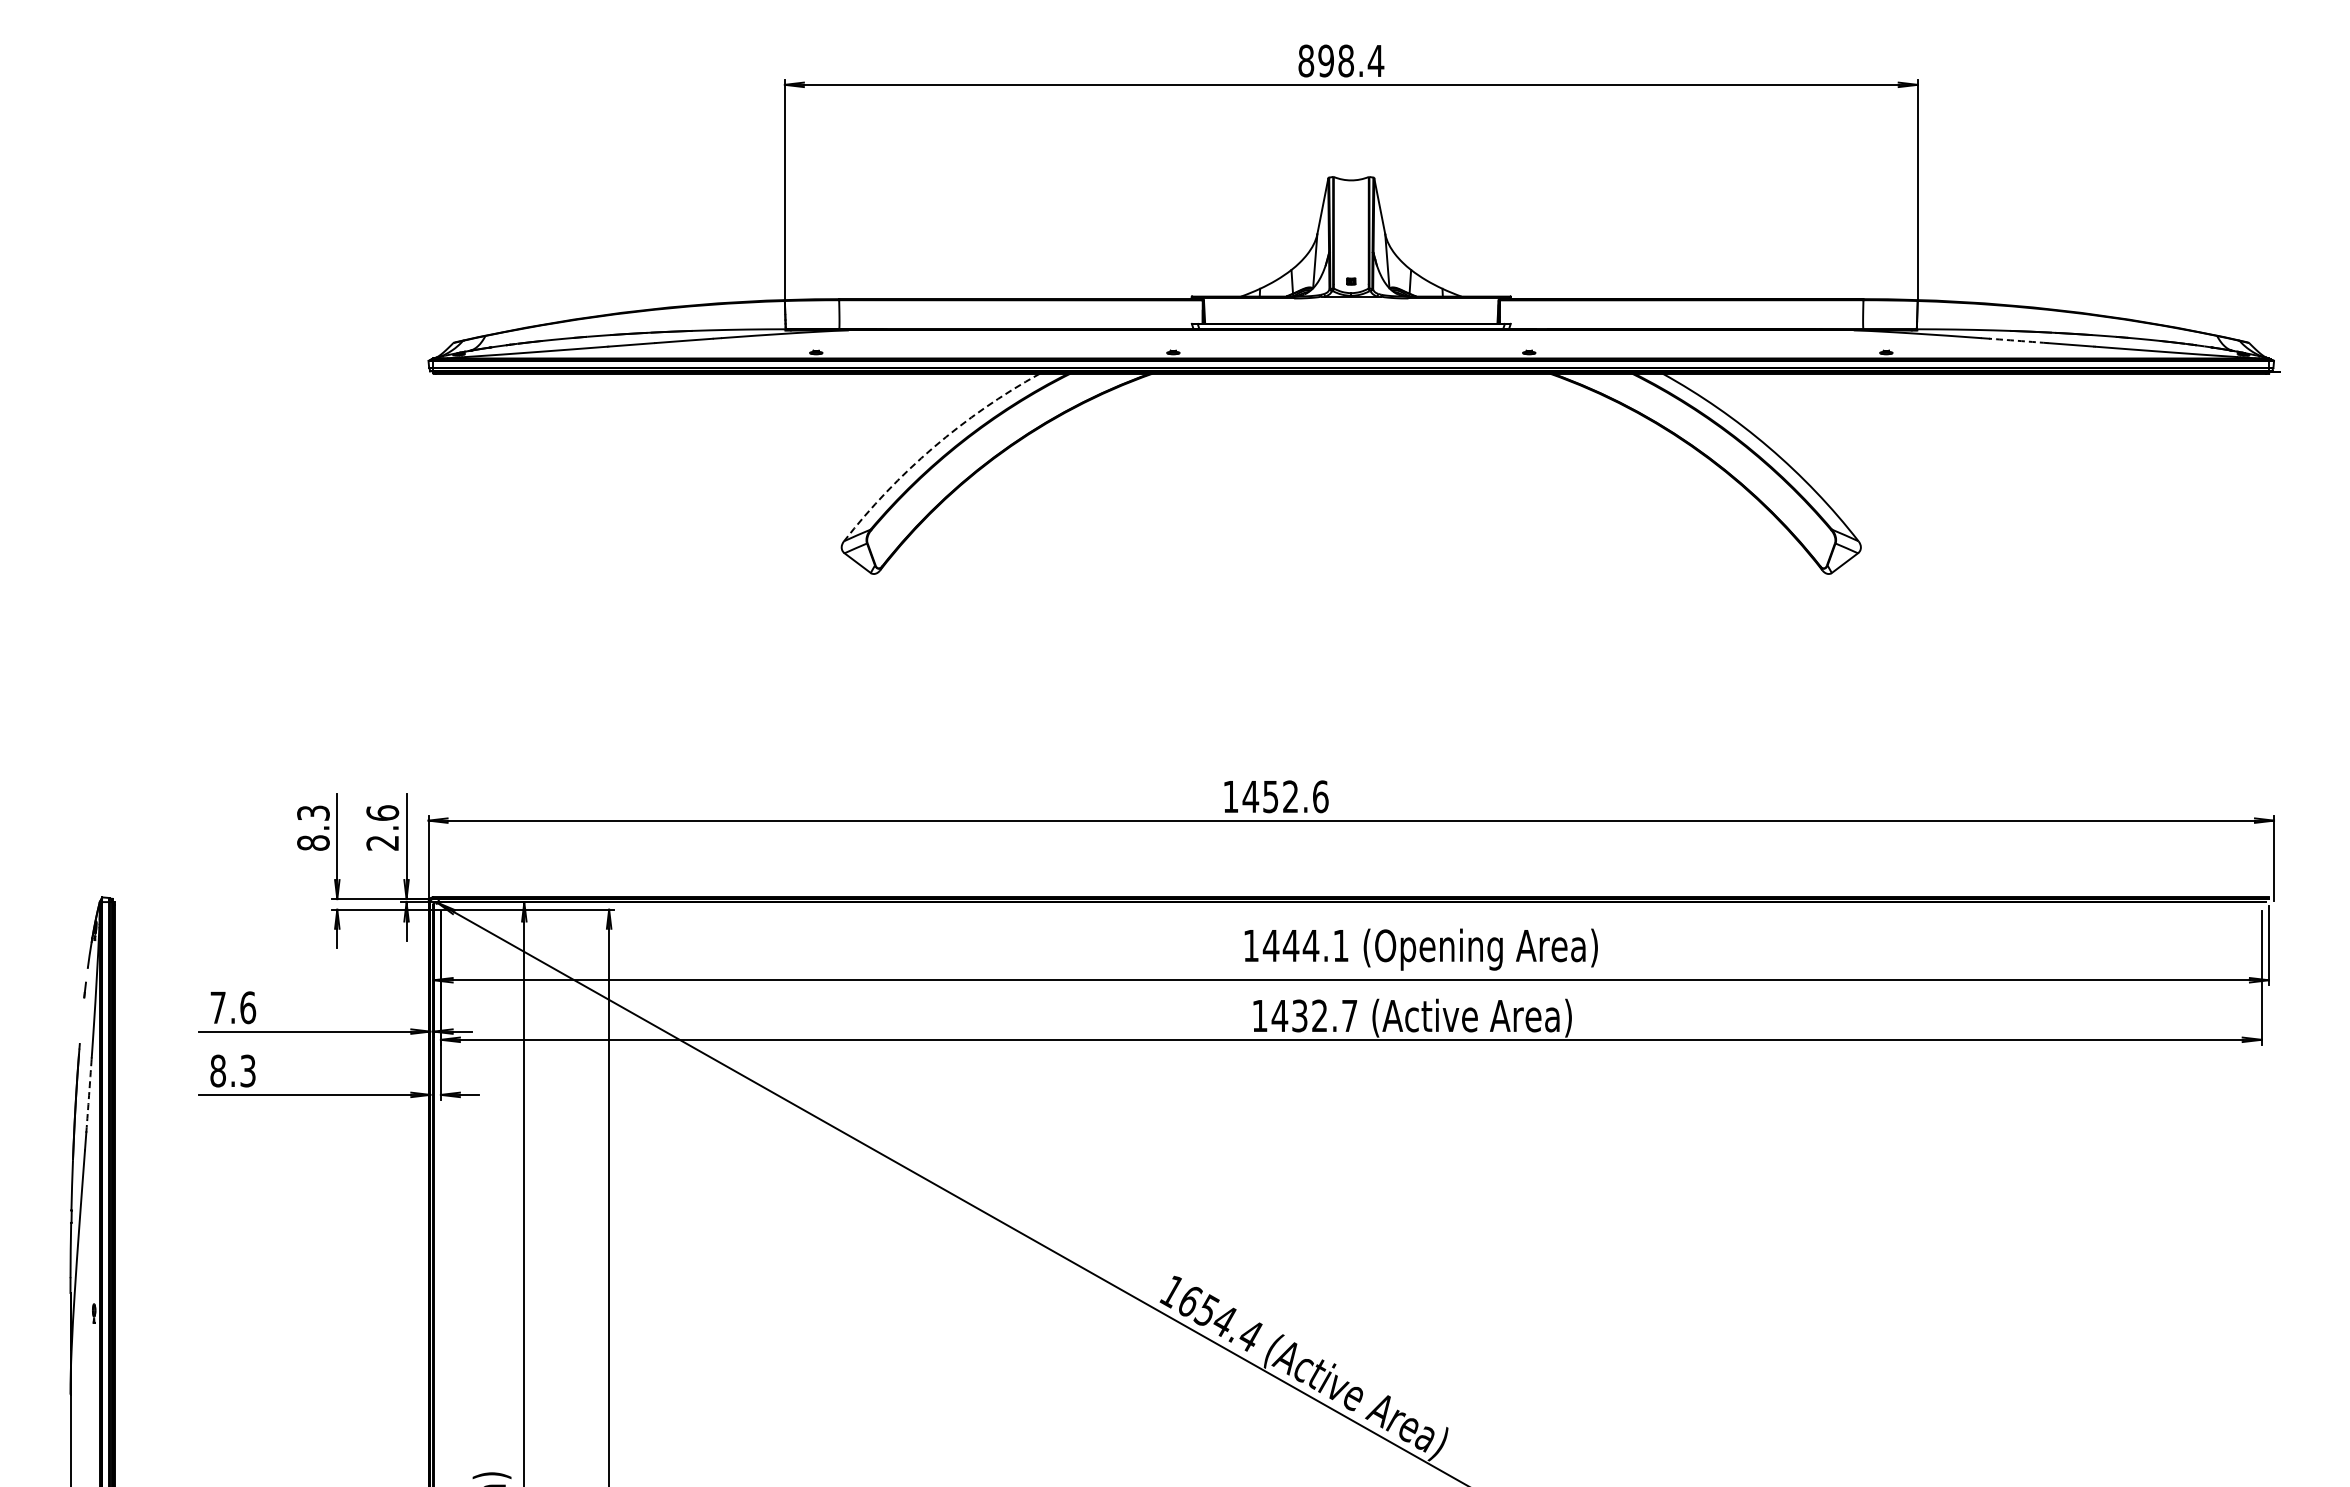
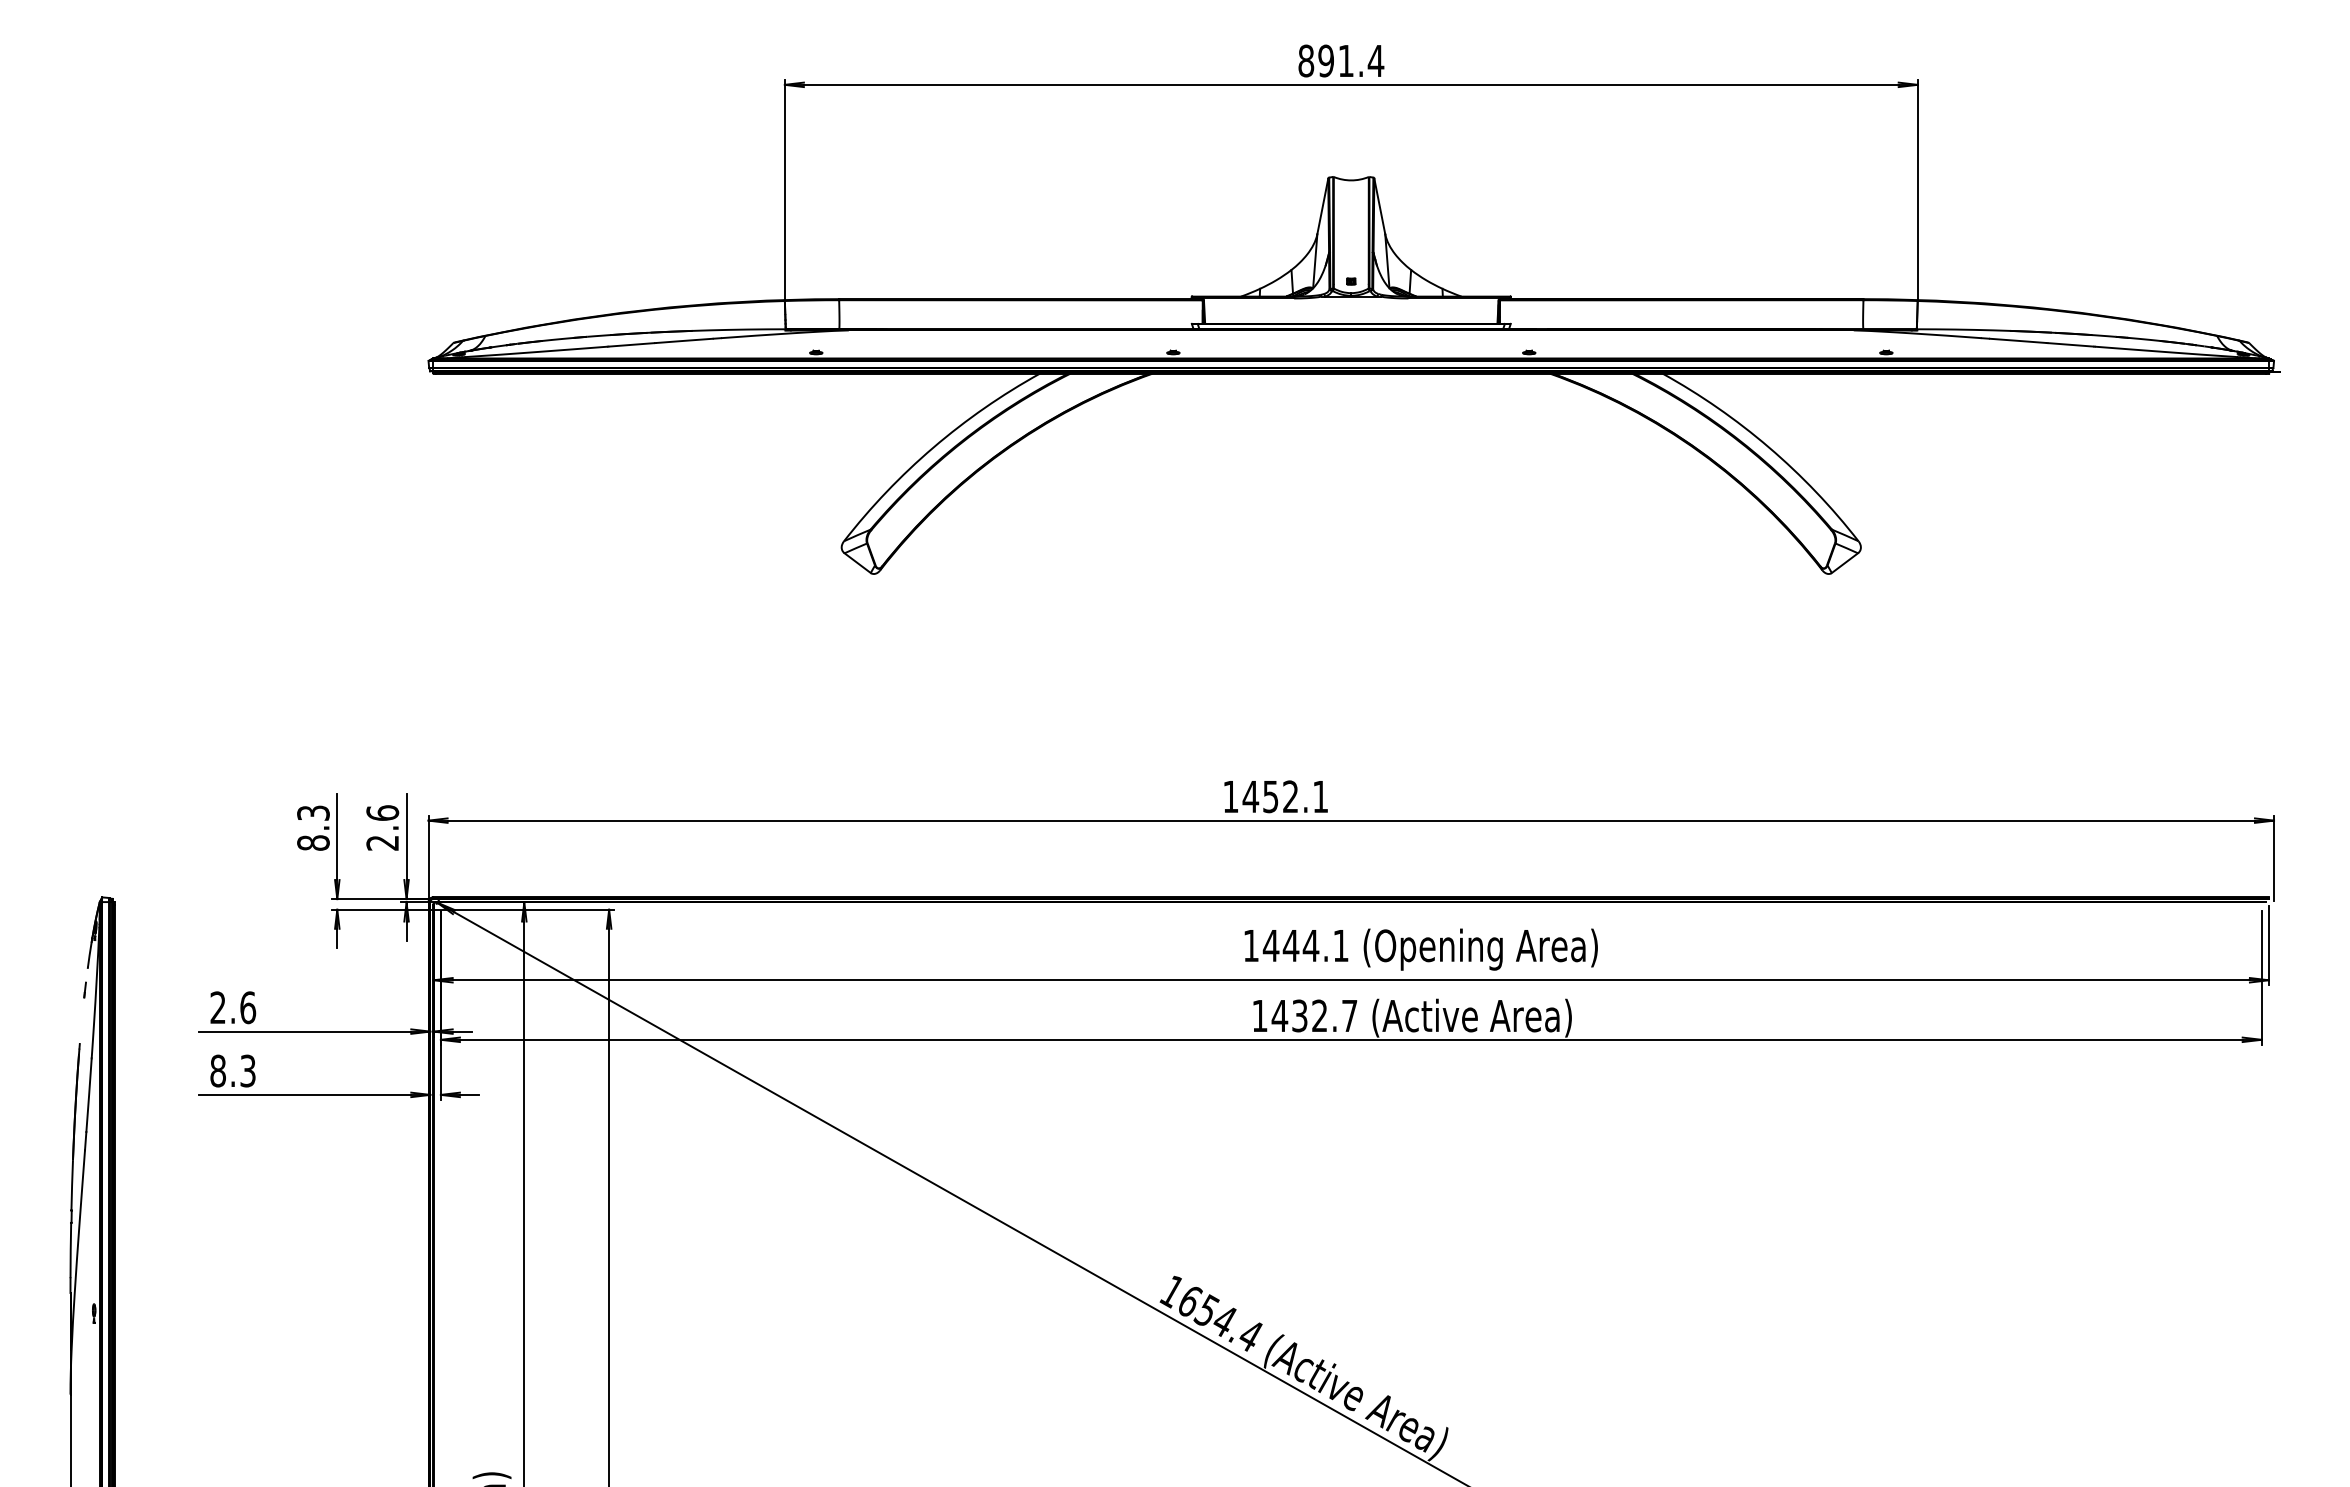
text at (1345, 60): 898.4 -> 891.4
arc at (2017, 340): dashed -> solid
arc at (933, 447): dashed -> solid
text at (1320, 796): 1452.6 -> 1452.1
text at (217, 1007): 7.6 -> 2.6
arc at (89, 1095): dashed -> solid
